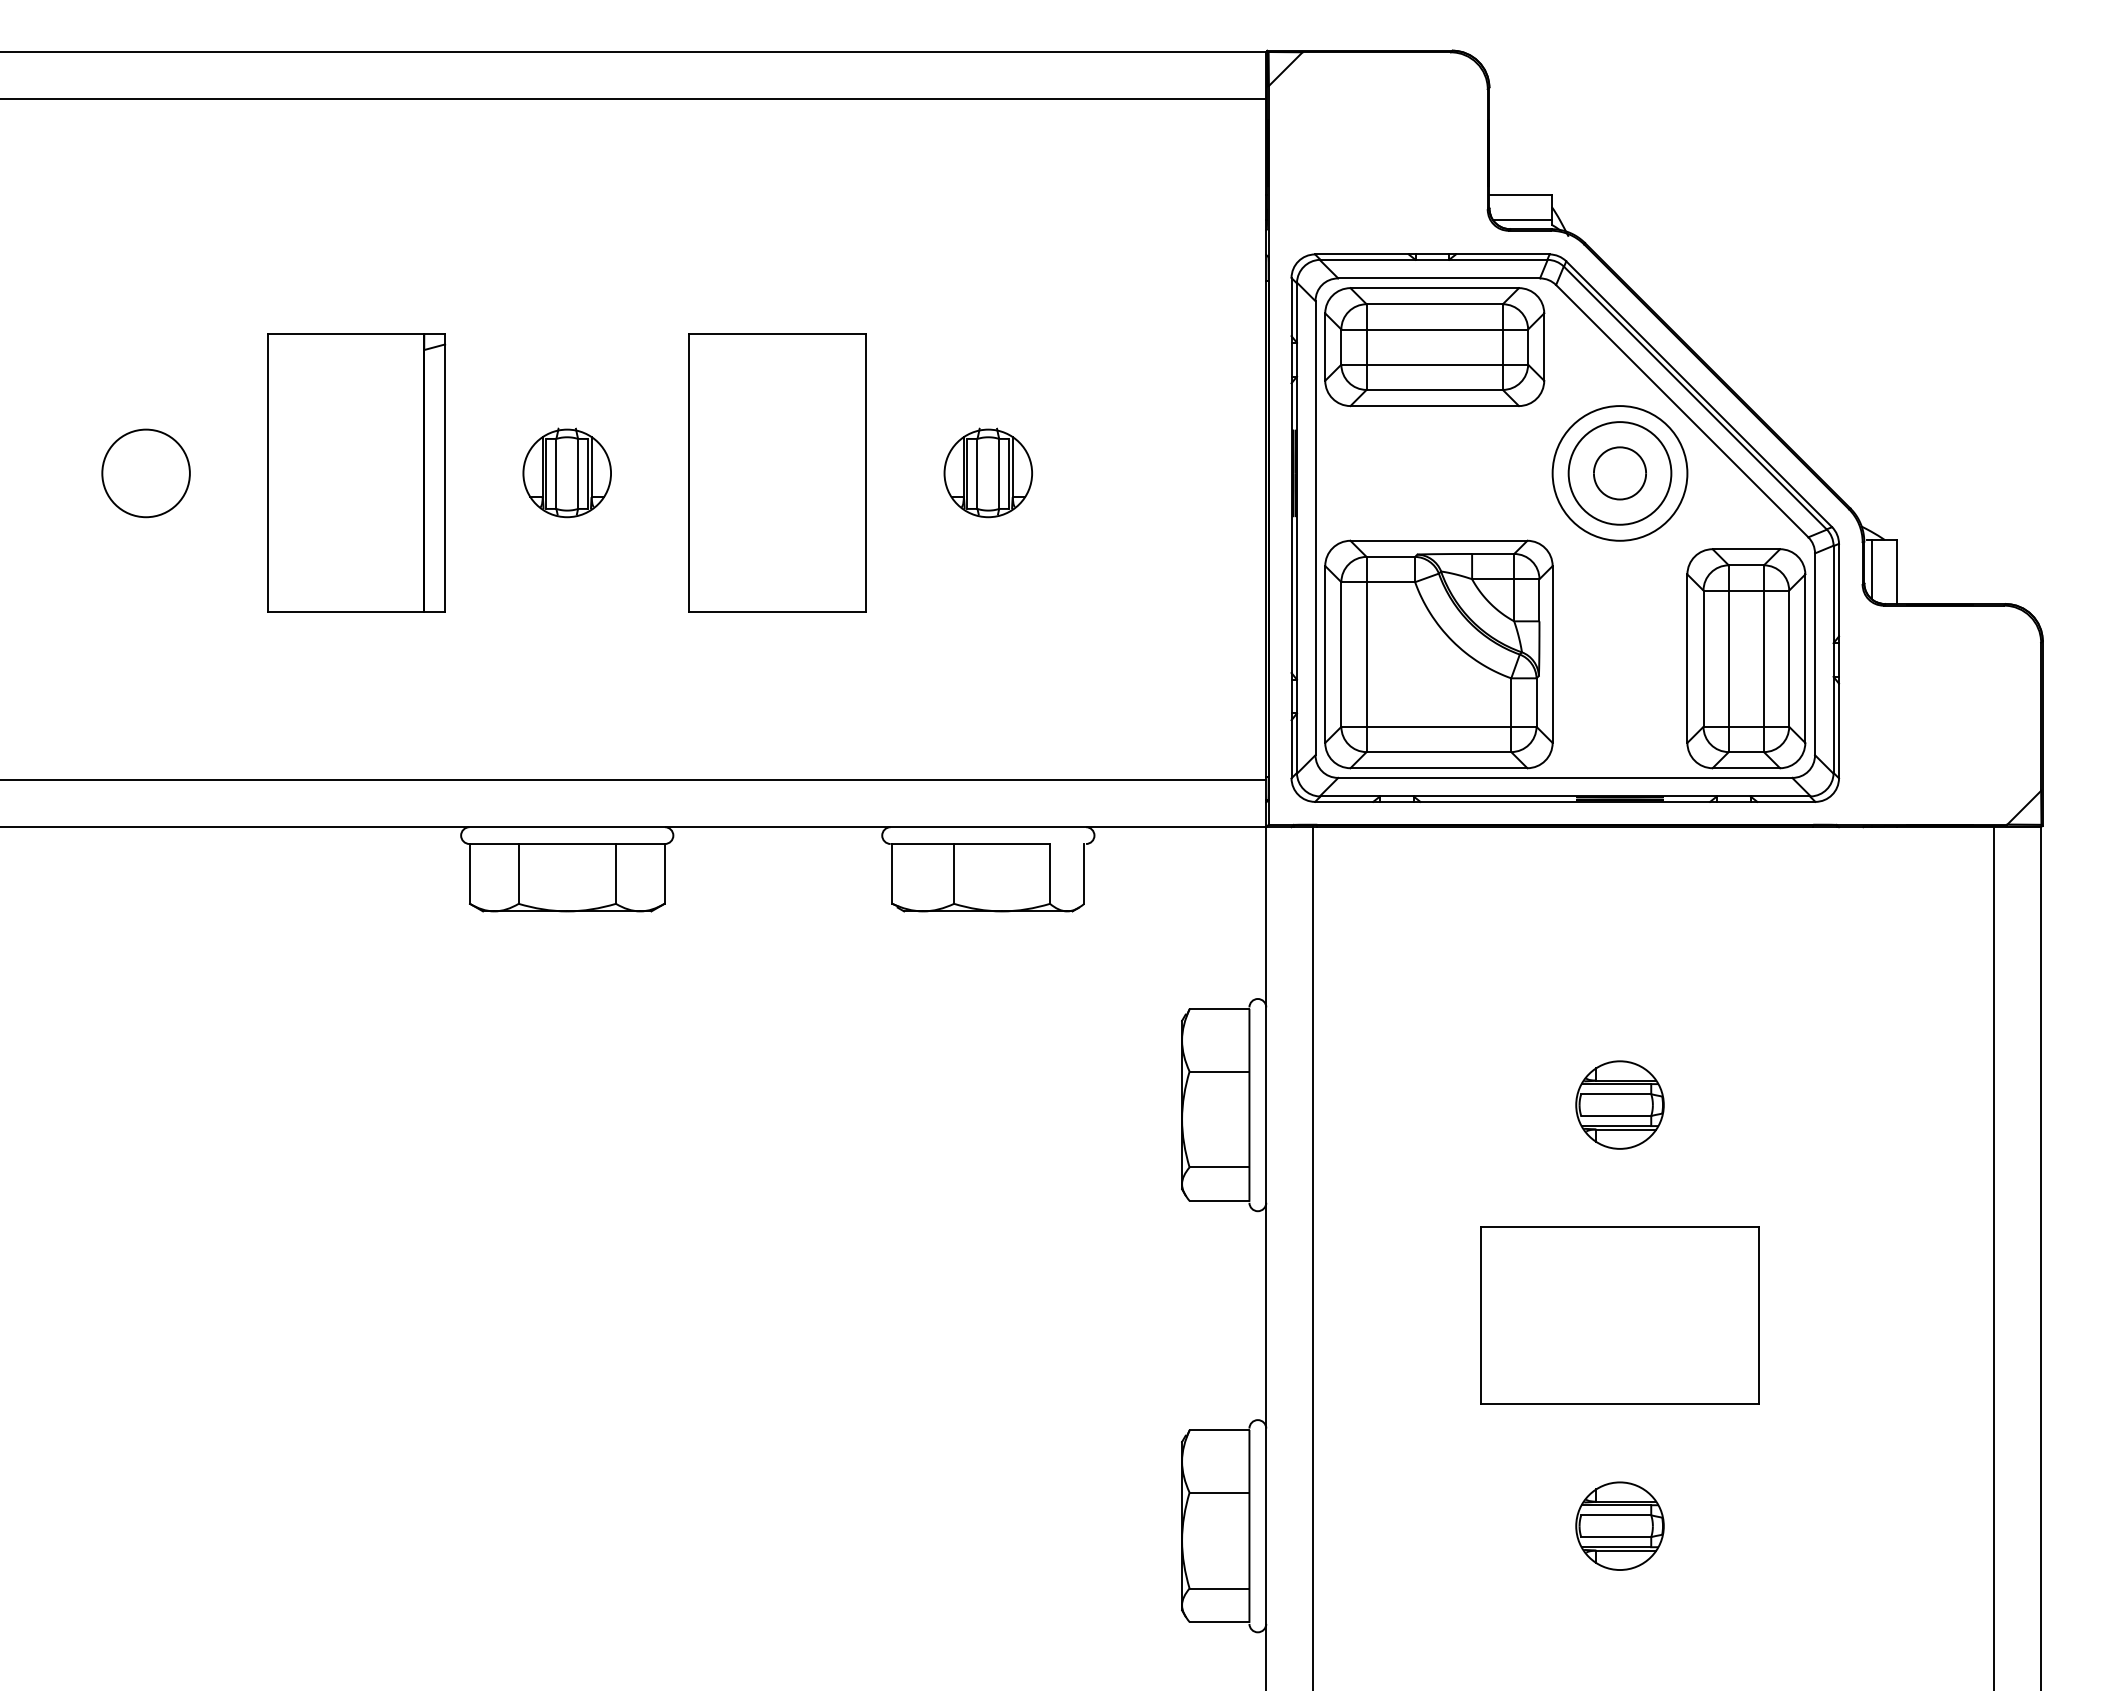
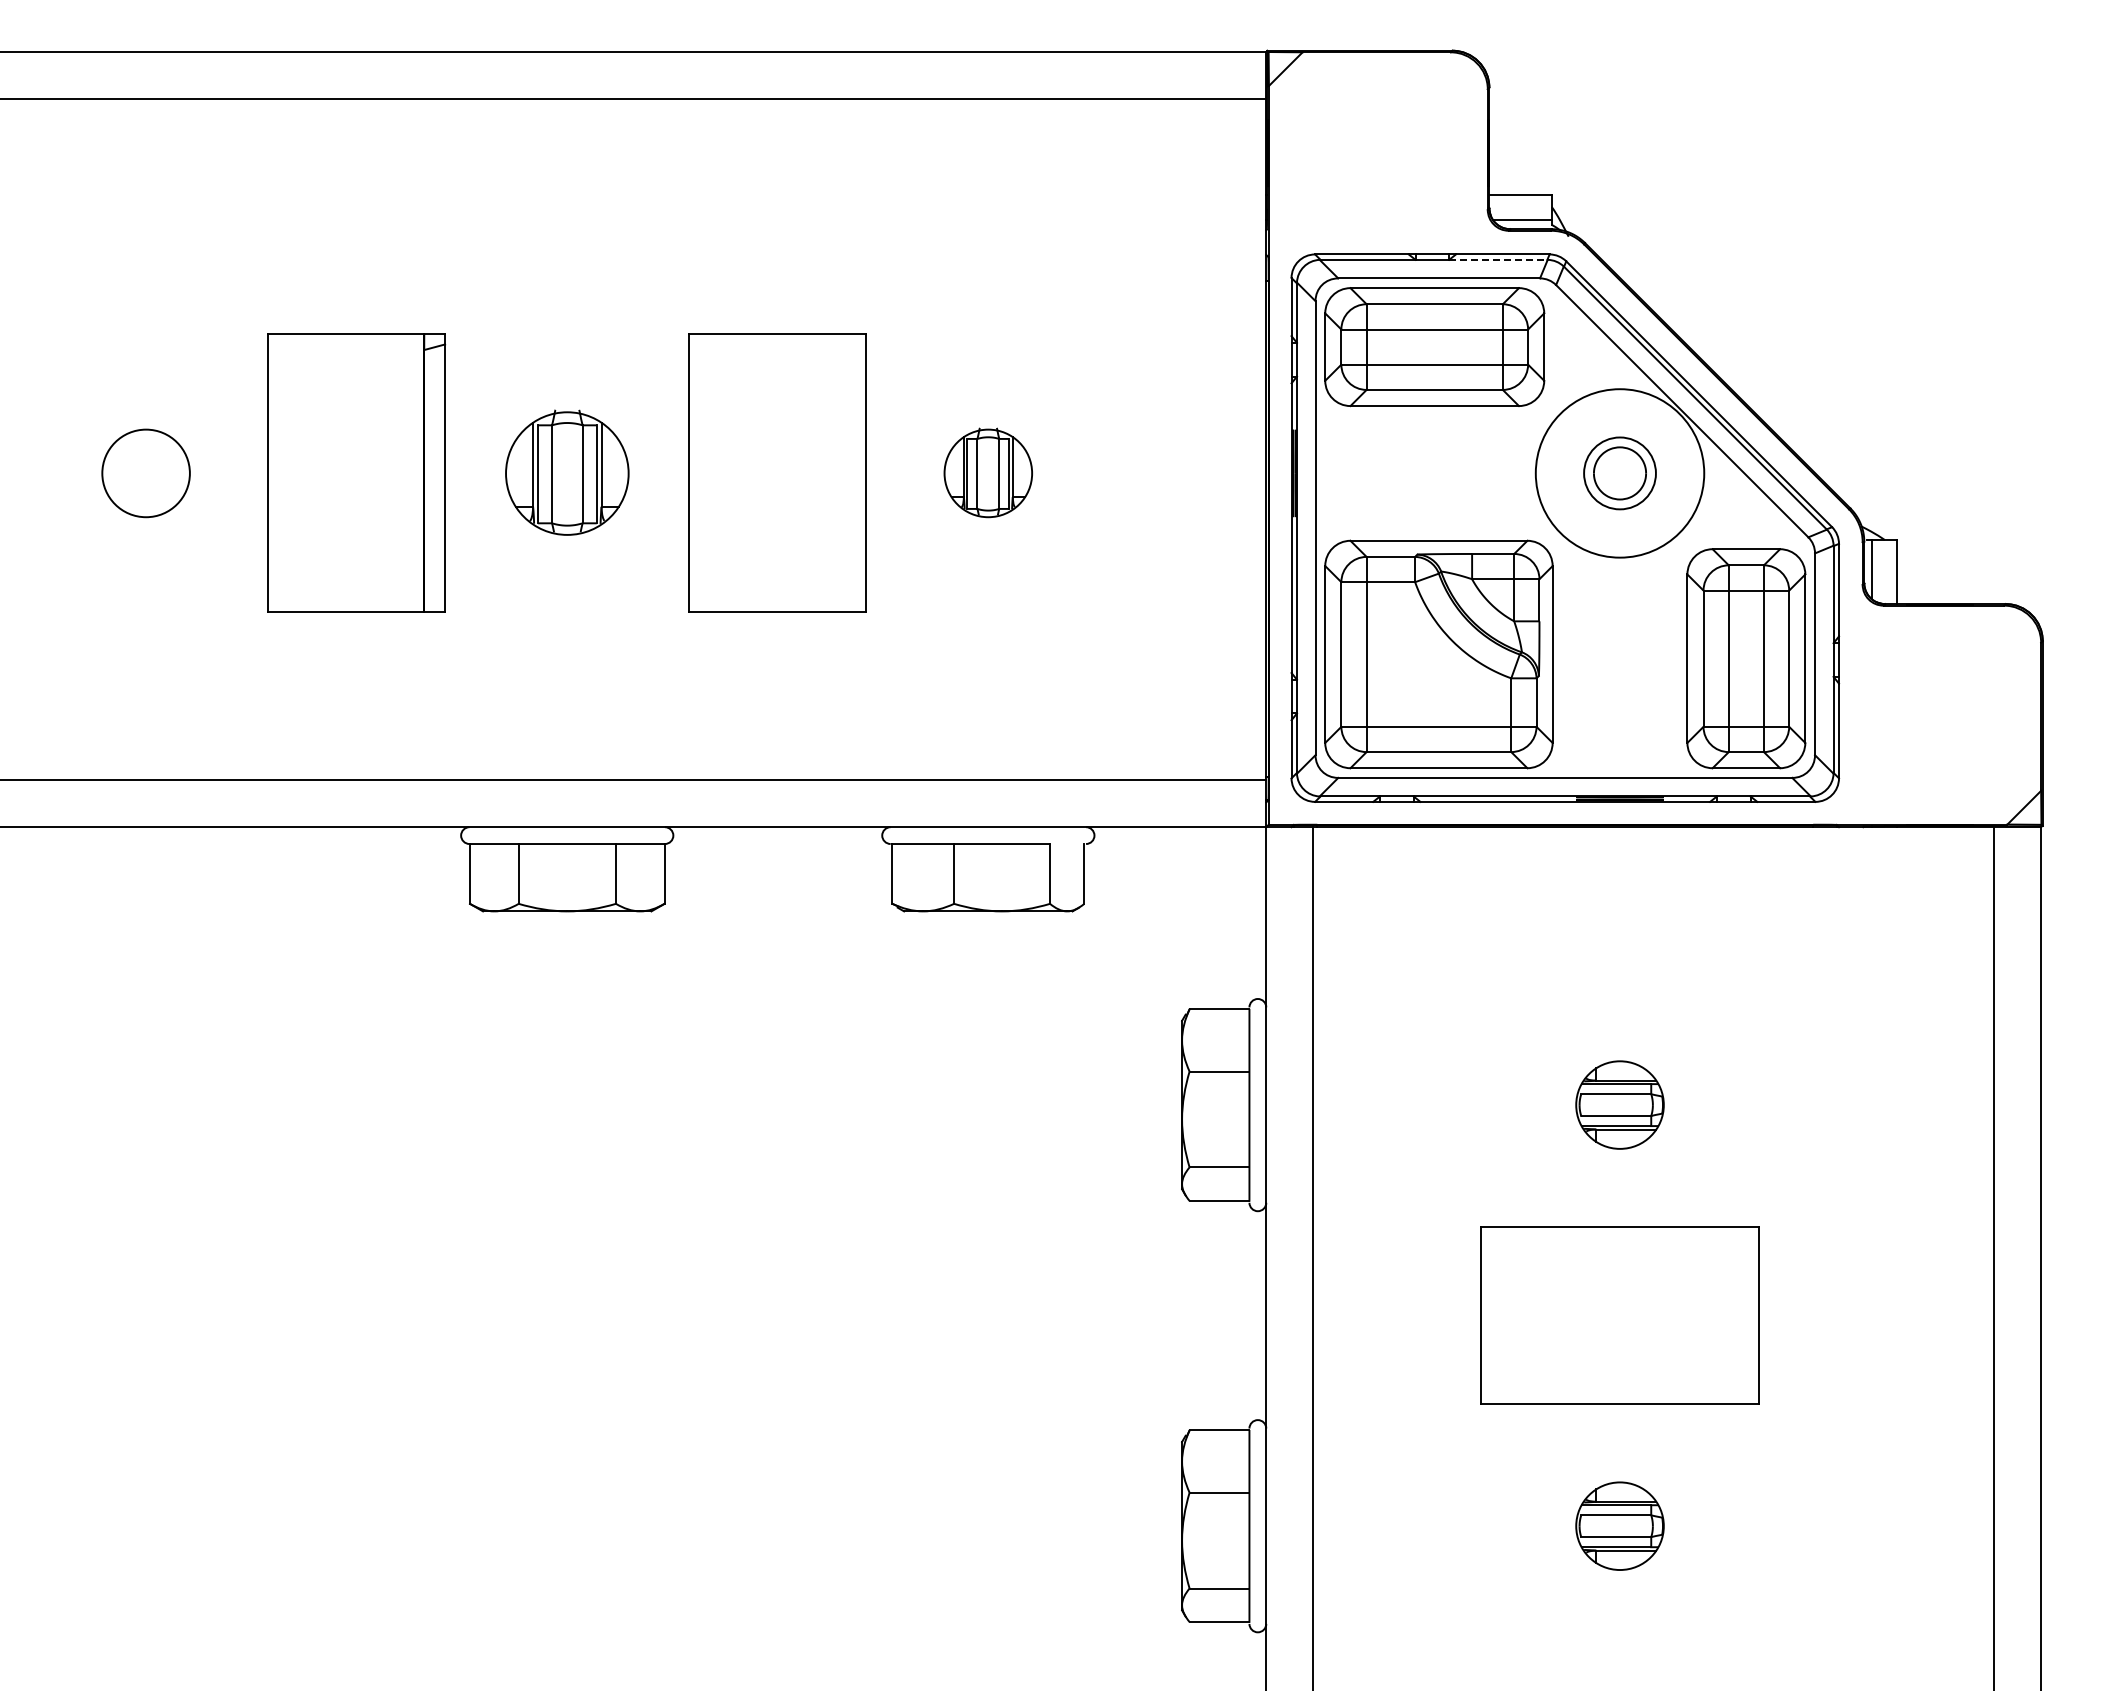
line at (1498, 259): solid -> dashed
part at (566, 472) size: 90x92 px -> 125x127 px
circle at (1619, 473) diameter: 103 px -> 72 px
circle at (1619, 473) diameter: 135 px -> 168 px
